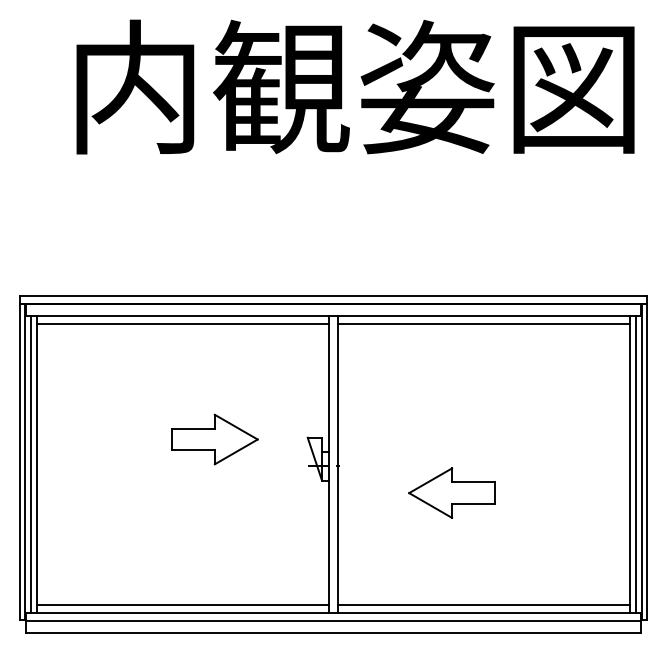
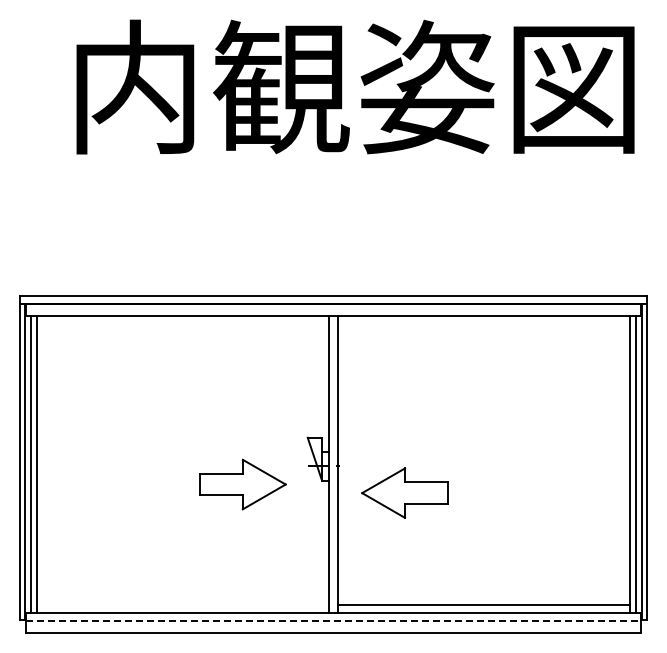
line at (182, 324): present -> none
line at (483, 324): present -> none
part at (214, 439) position: (214, 439) -> (242, 484)
part at (451, 492) position: (451, 492) -> (404, 492)
line at (182, 604): present -> none
line at (333, 621): solid -> dashed
